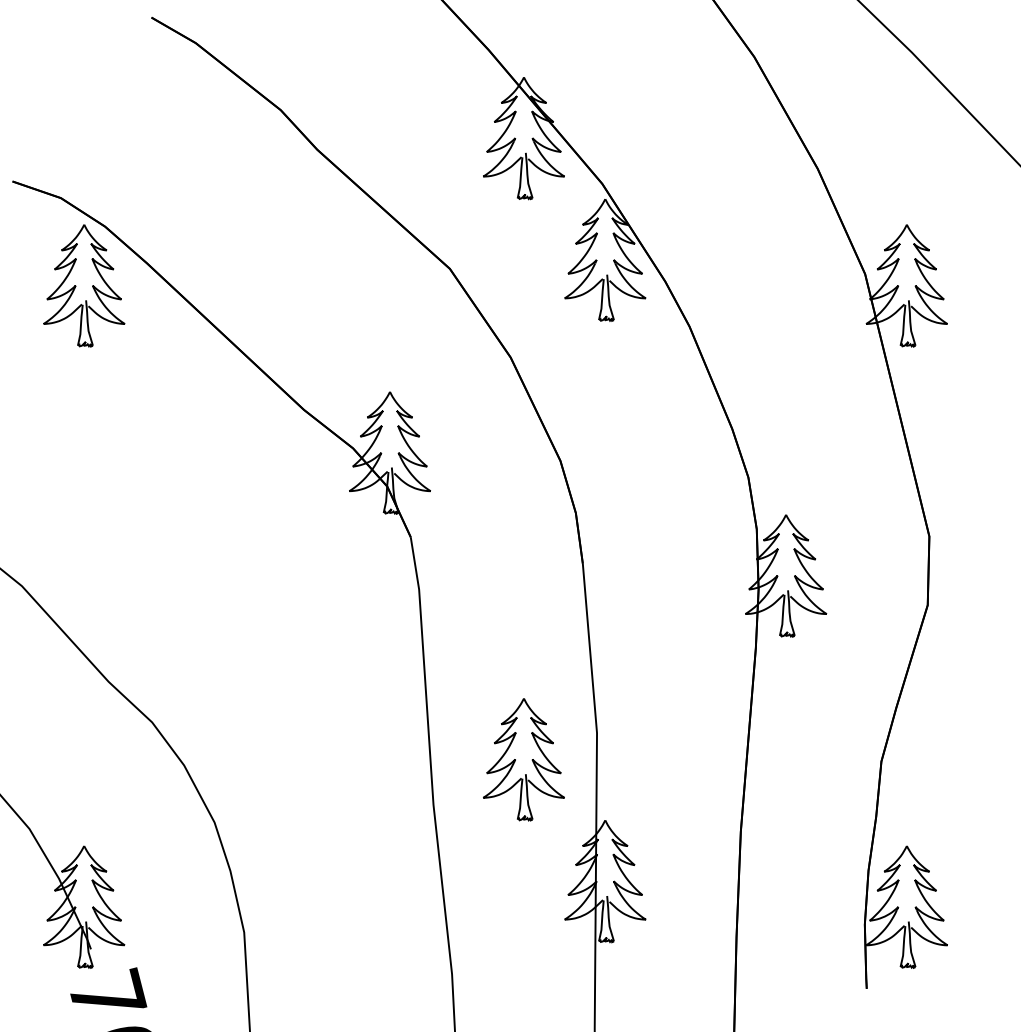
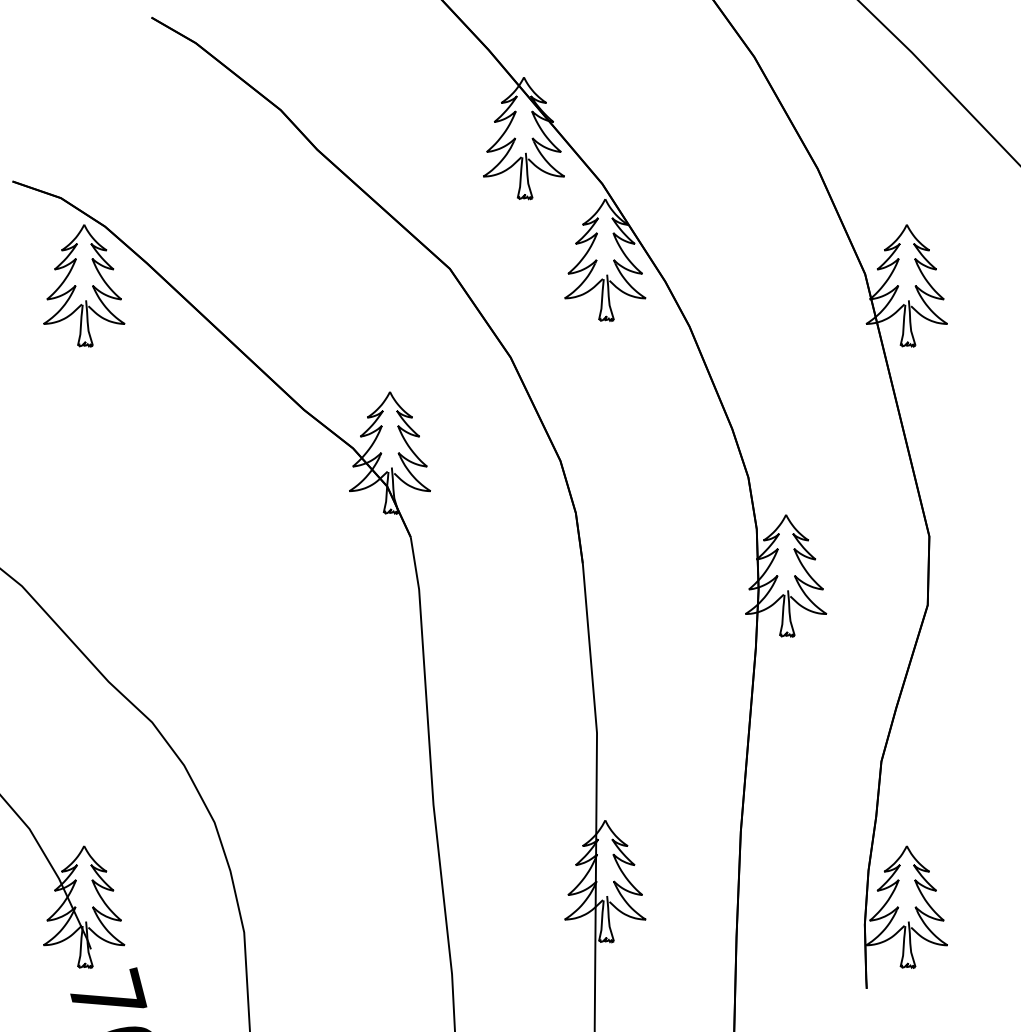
part at (523, 759): present -> none
